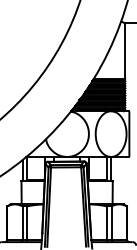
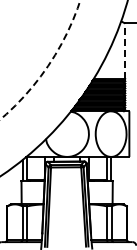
line at (125, 51): solid -> dashed
circle at (40, 59): solid -> dashed
